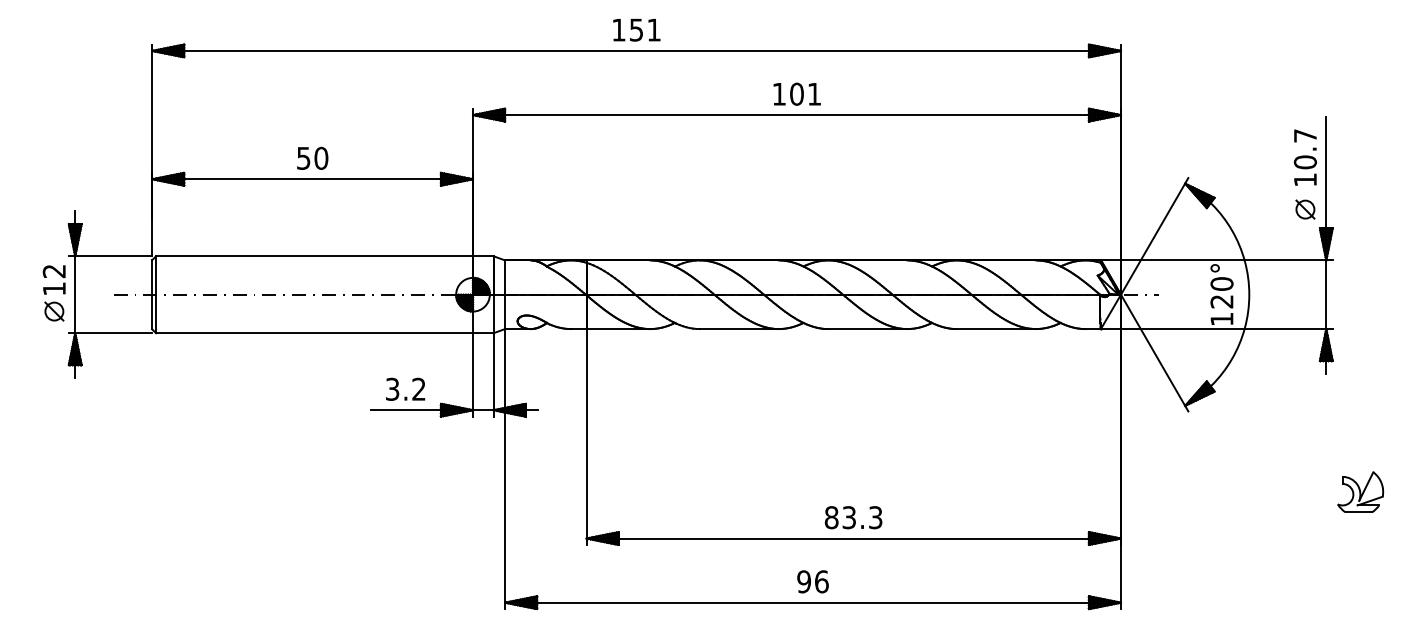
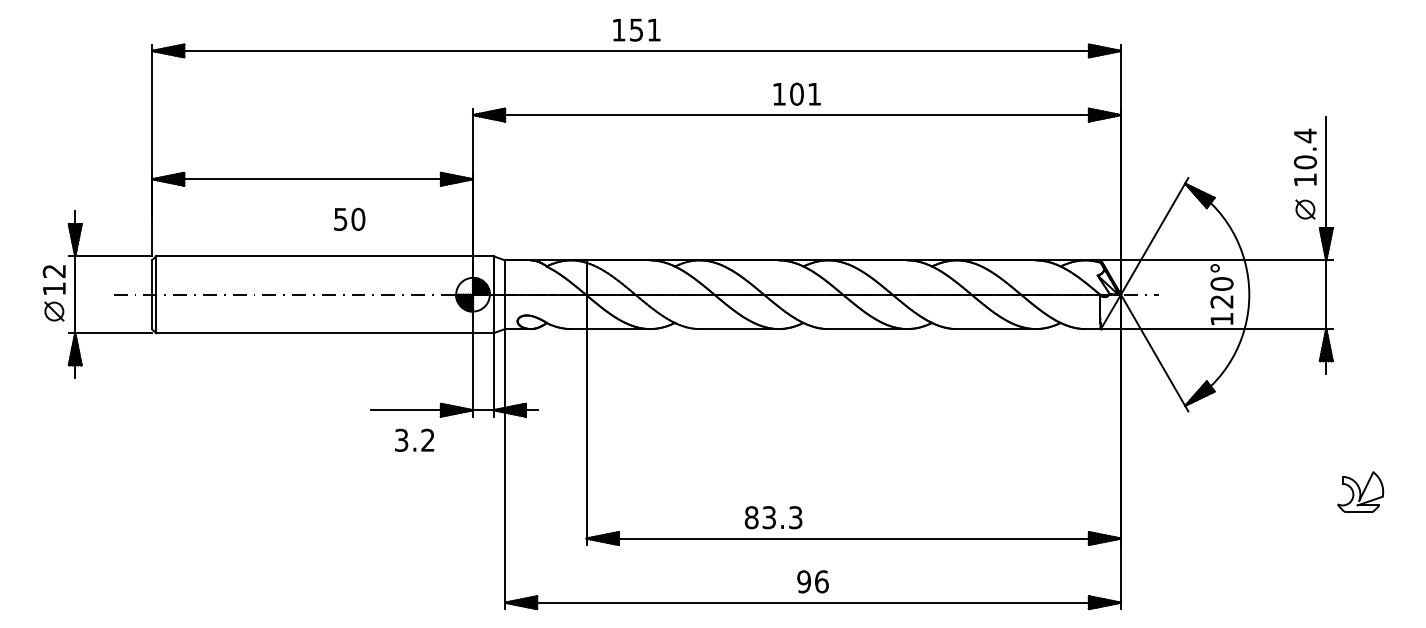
text at (1305, 135): 10.7 -> 10.4
text at (312, 157) position: (312, 157) -> (349, 218)
text at (405, 388) position: (405, 388) -> (414, 439)
text at (853, 517) position: (853, 517) -> (773, 517)
